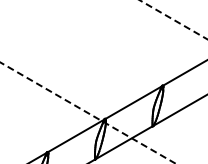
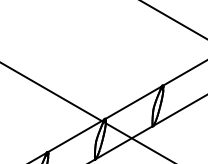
line at (173, 19): dashed -> solid
line at (88, 113): dashed -> solid
